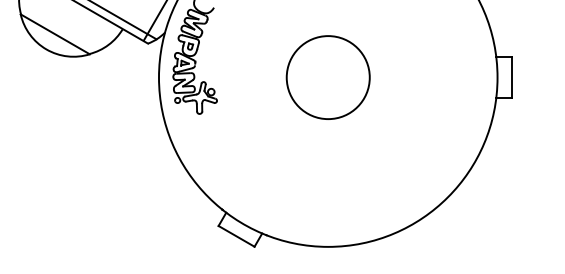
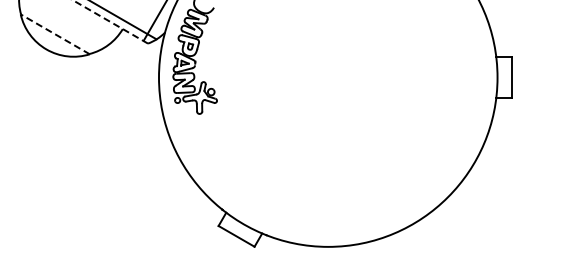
line at (109, 21): solid -> dashed
line at (55, 34): solid -> dashed
circle at (327, 77): present -> none
